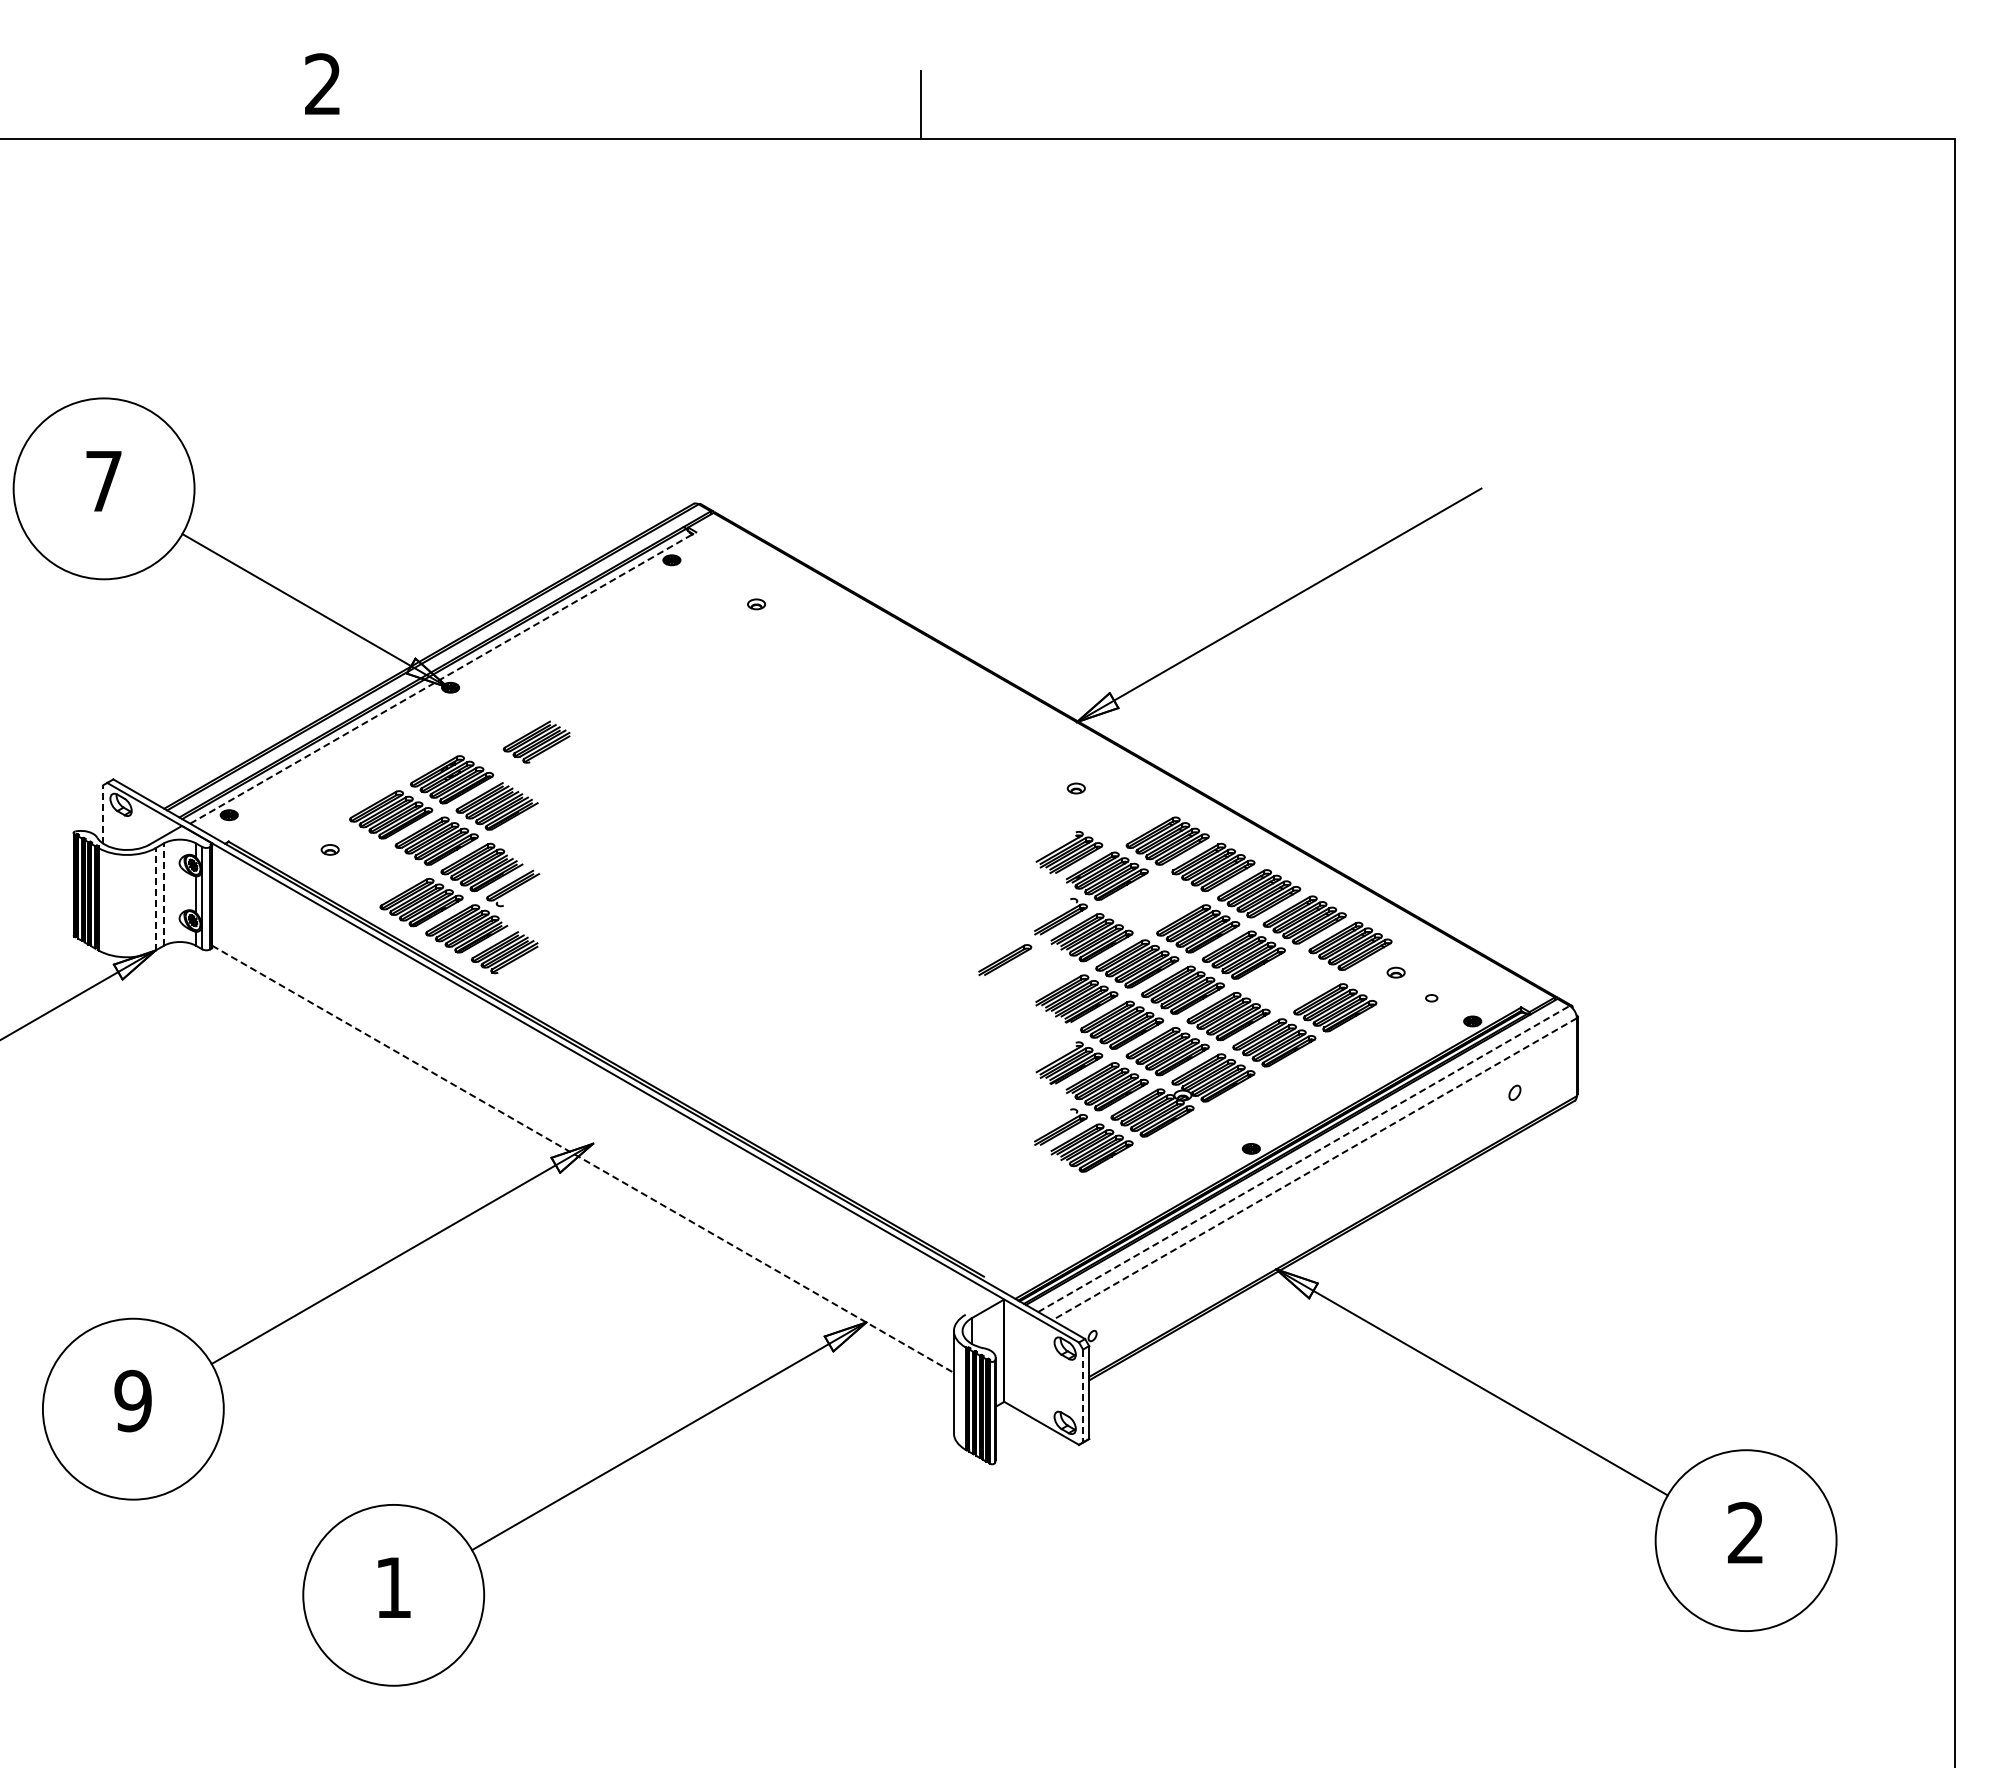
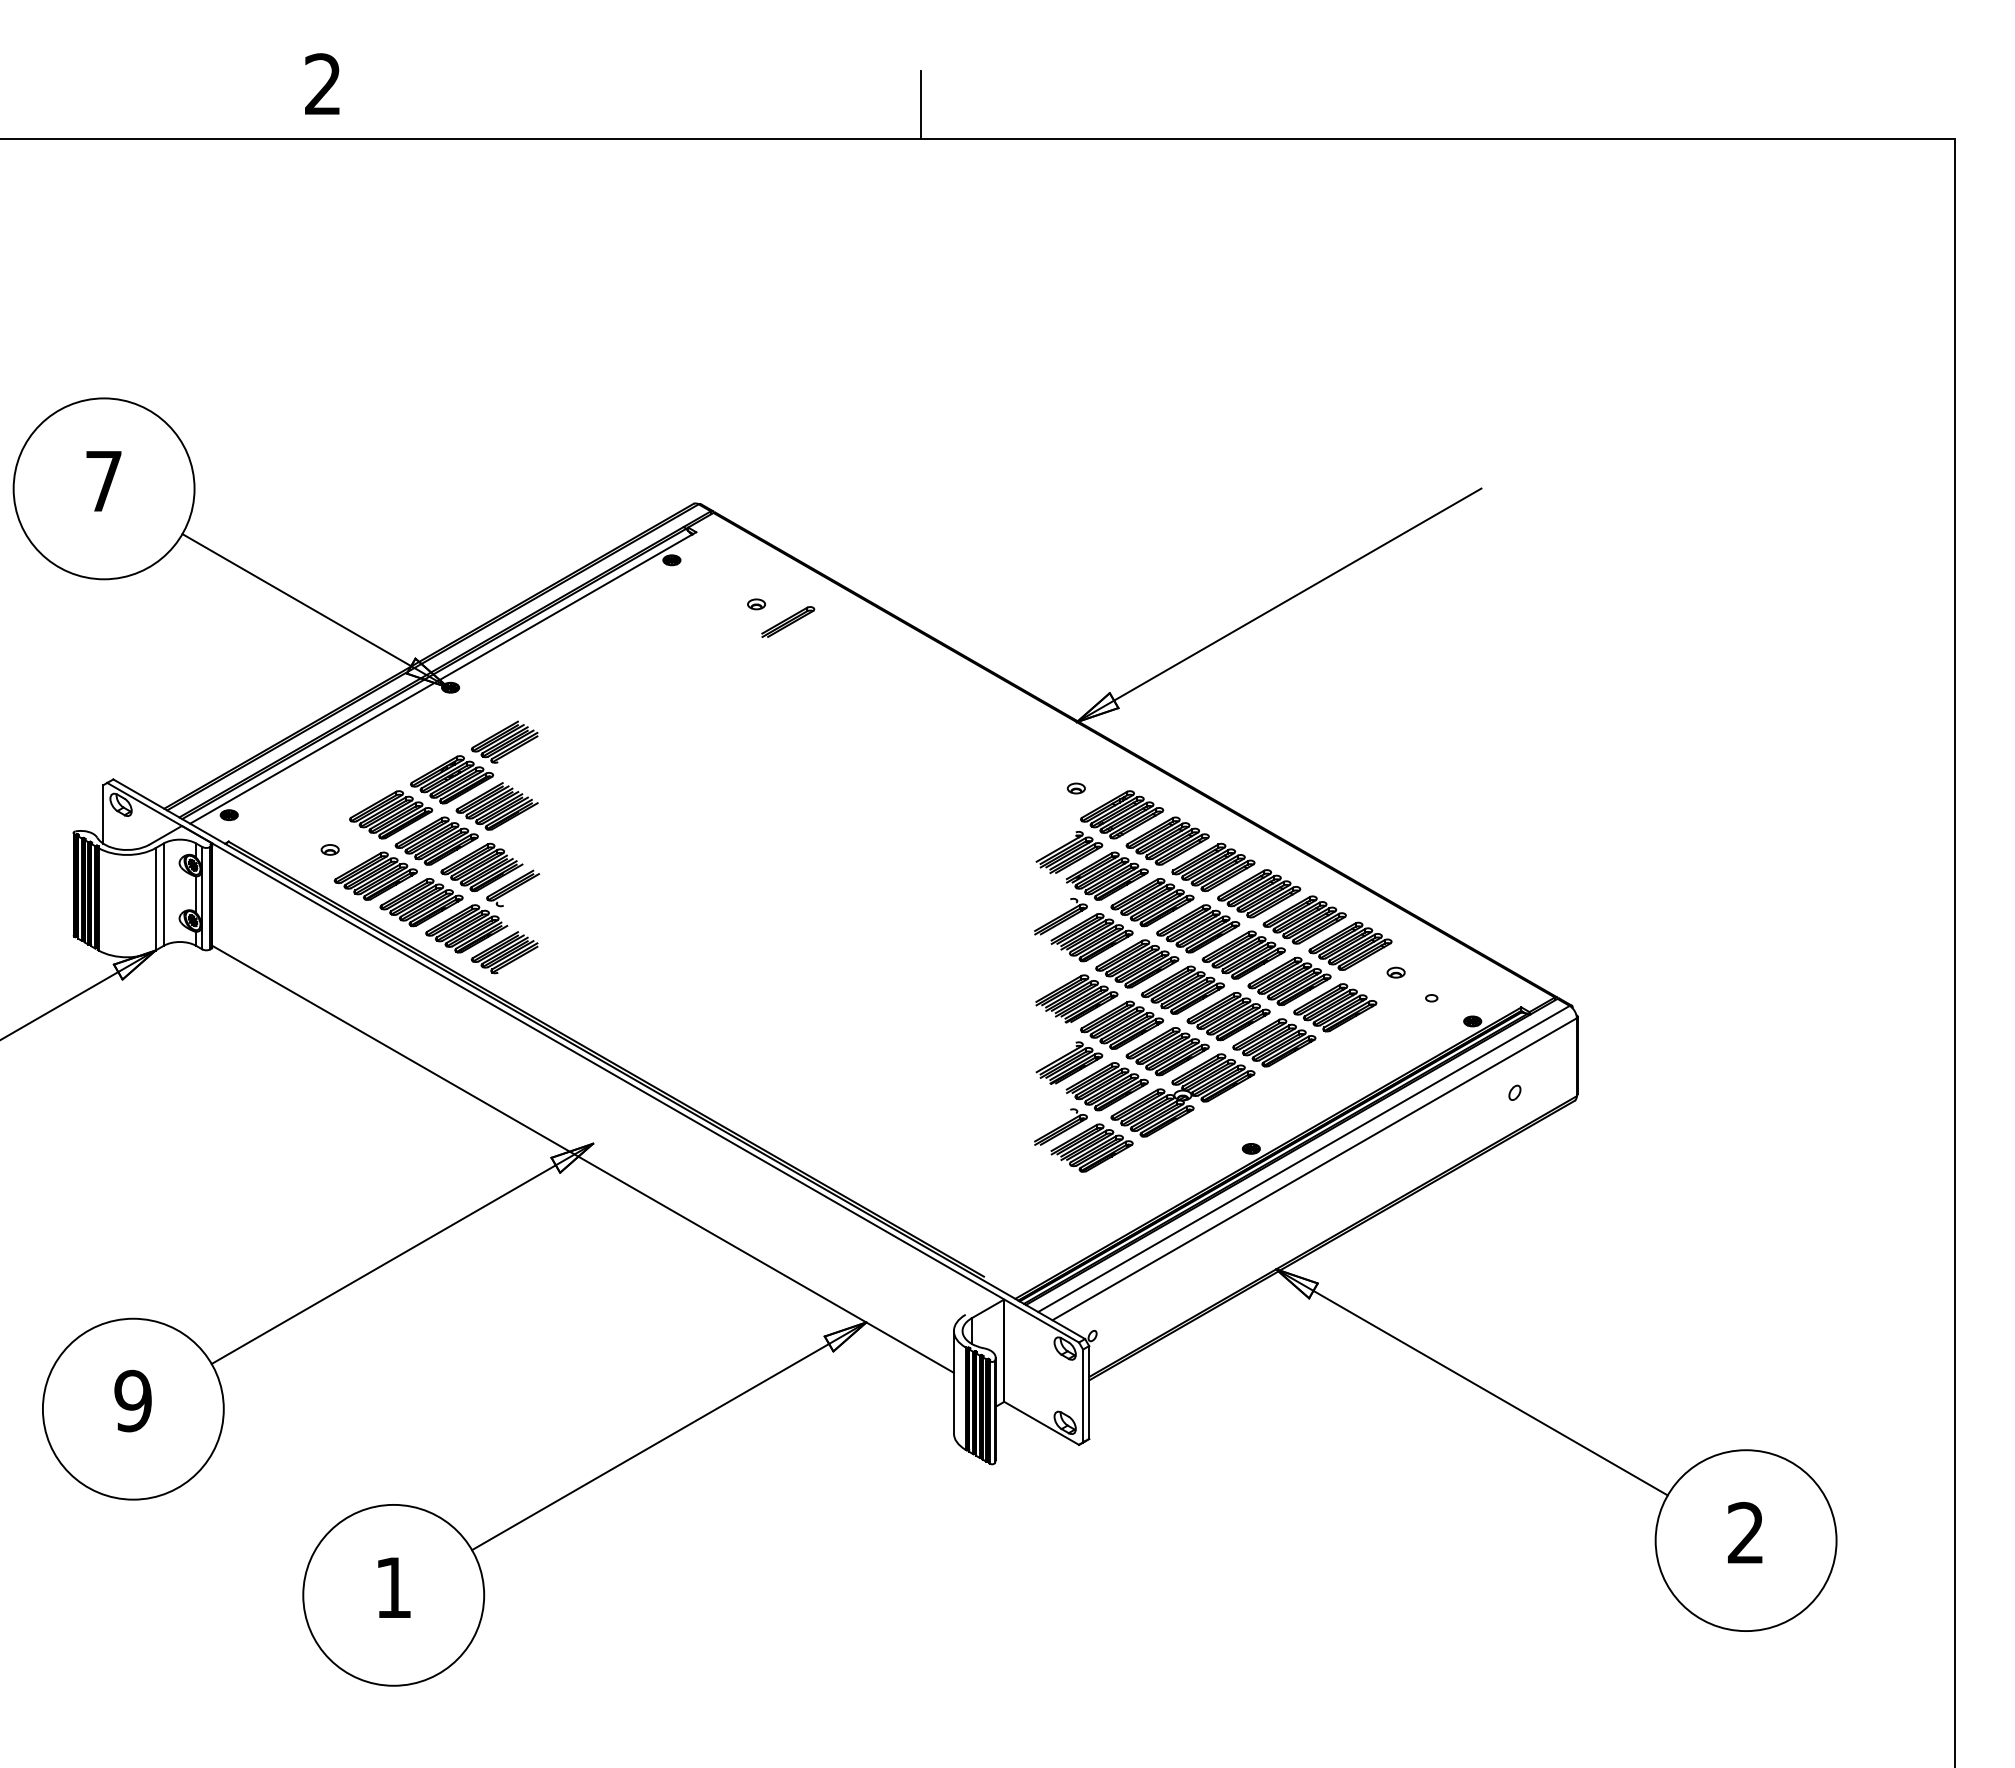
line at (443, 677): dashed -> solid
part at (536, 741) position: (536, 741) -> (504, 741)
line at (103, 813): dashed -> solid
part at (1122, 814): none -> present
part at (375, 875): none -> present
line at (163, 894): dashed -> solid
line at (155, 898): dashed -> solid
part at (1152, 902): none -> present
part at (1005, 960) position: (1005, 960) -> (788, 622)
part at (1289, 981): none -> present
line at (1303, 1158): dashed -> solid
line at (583, 1159): dashed -> solid
line at (1314, 1169): dashed -> solid
line at (1083, 1396): dashed -> solid
